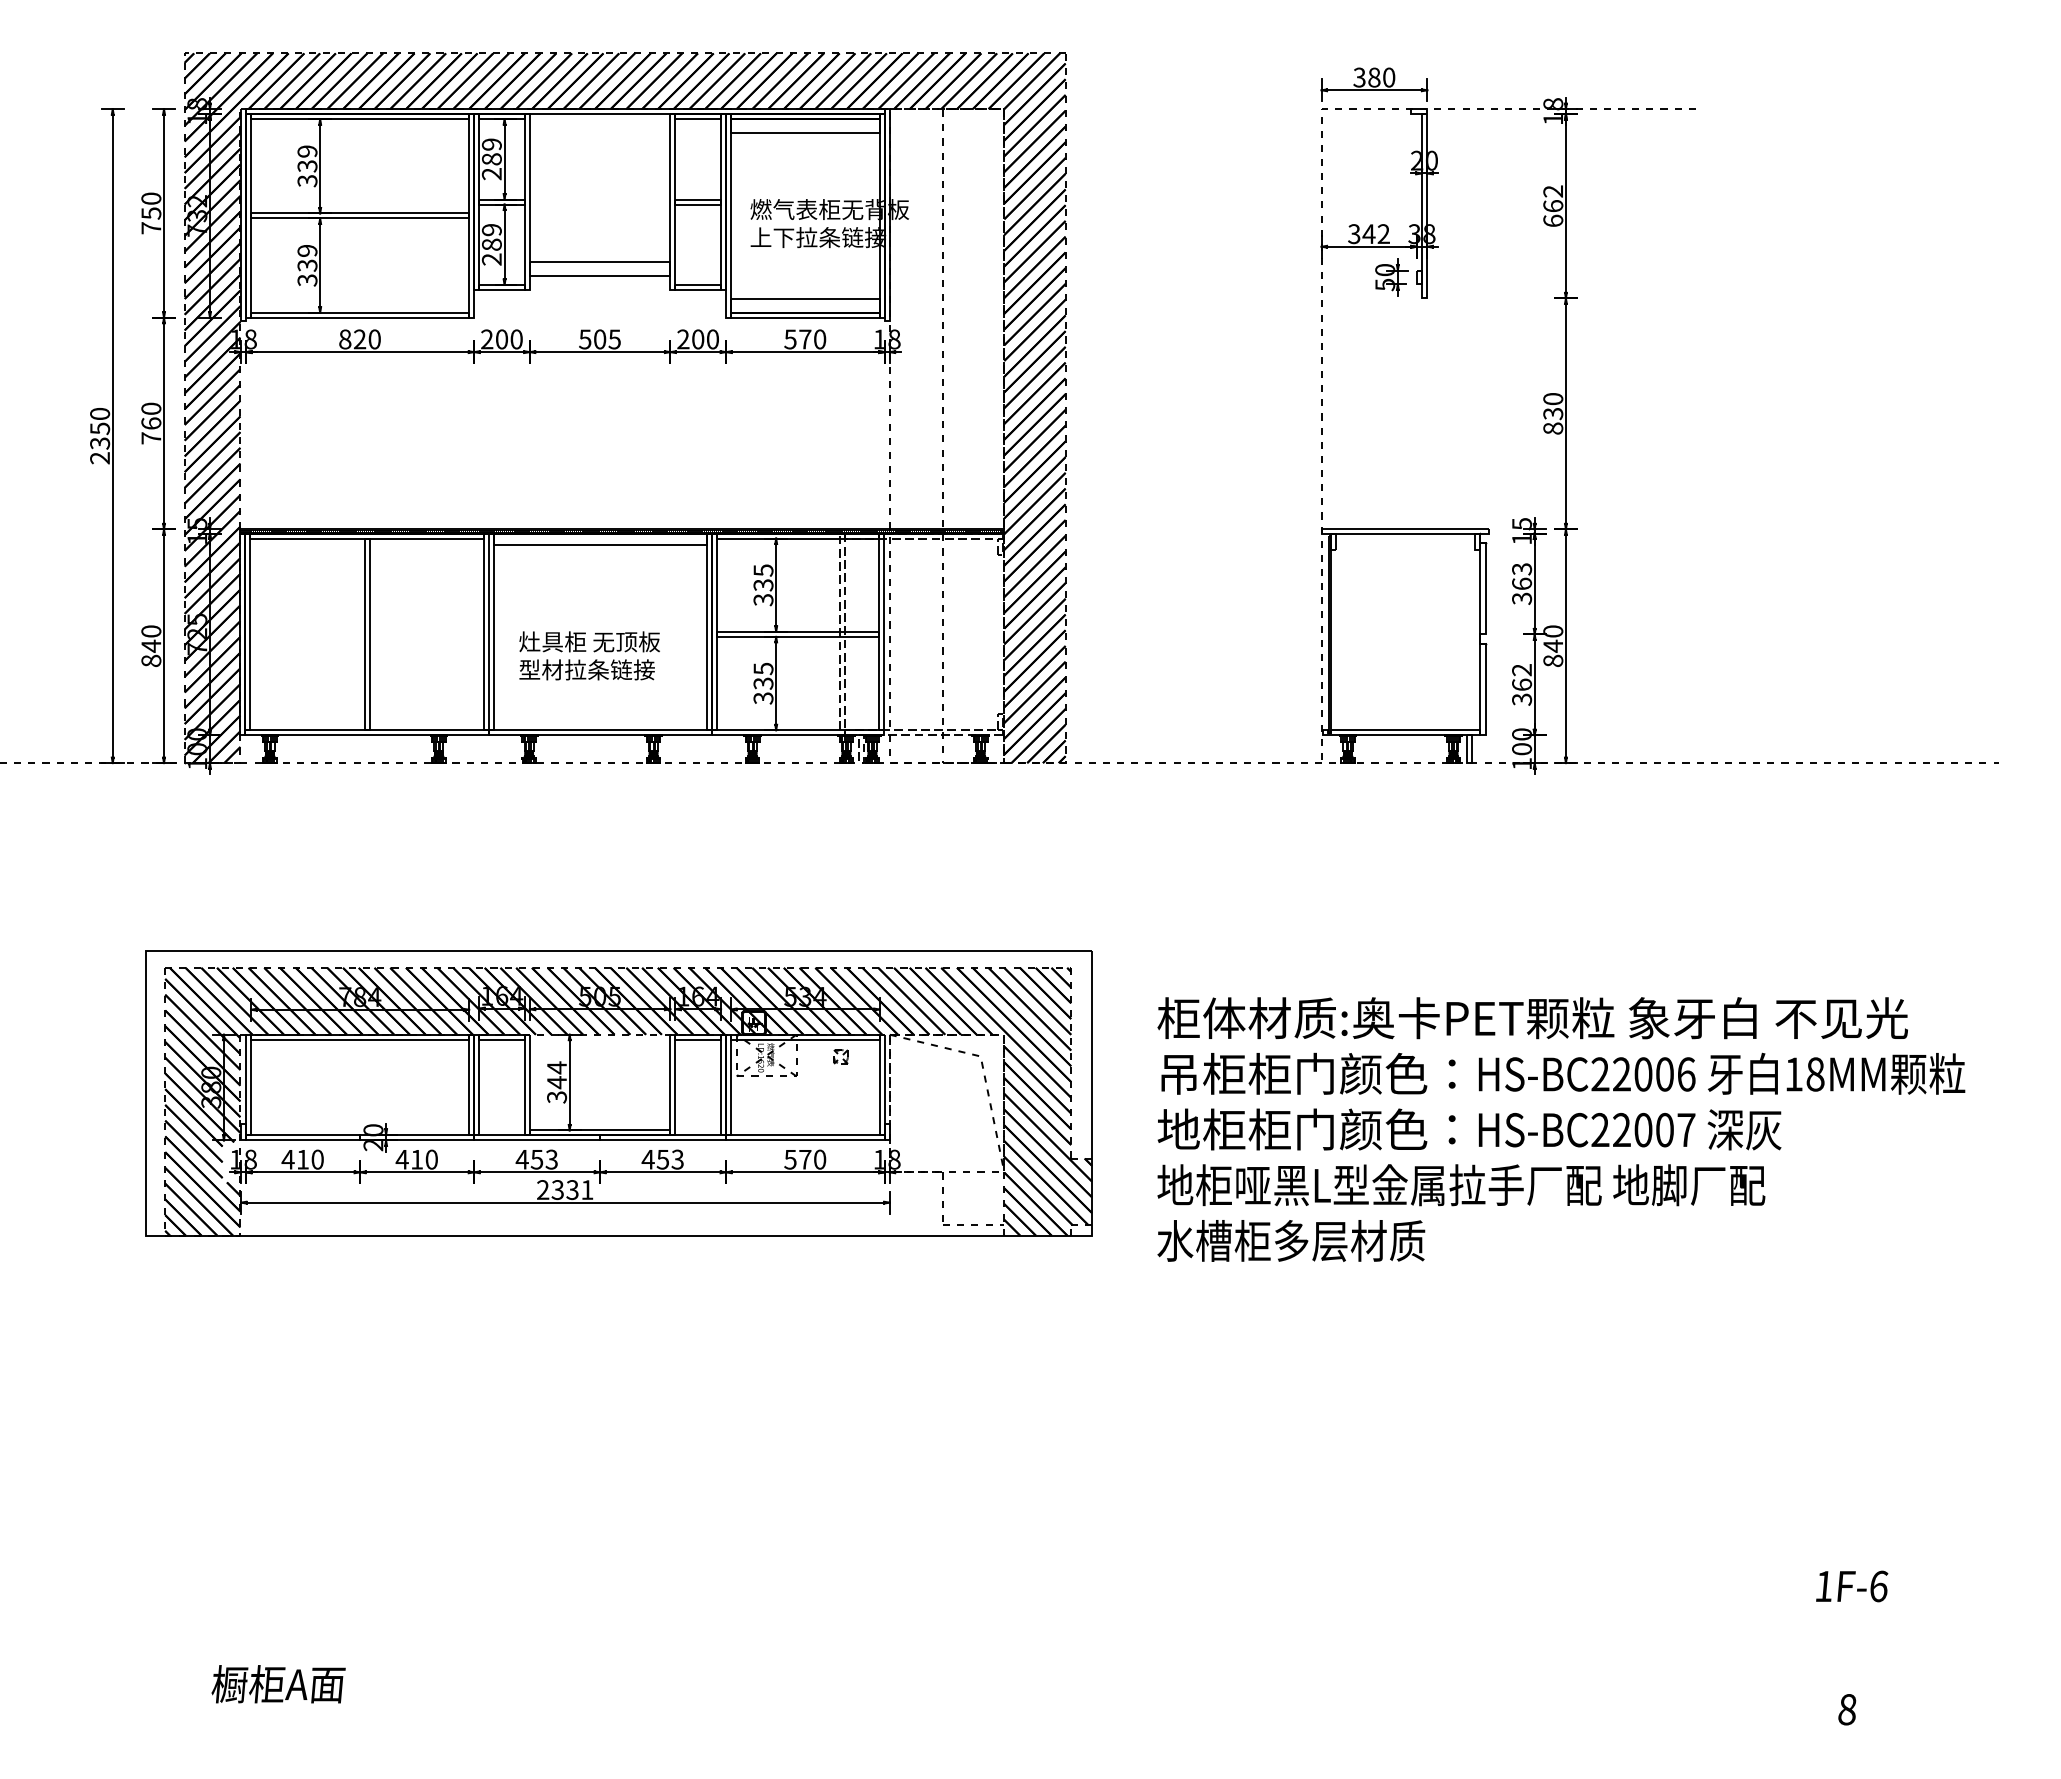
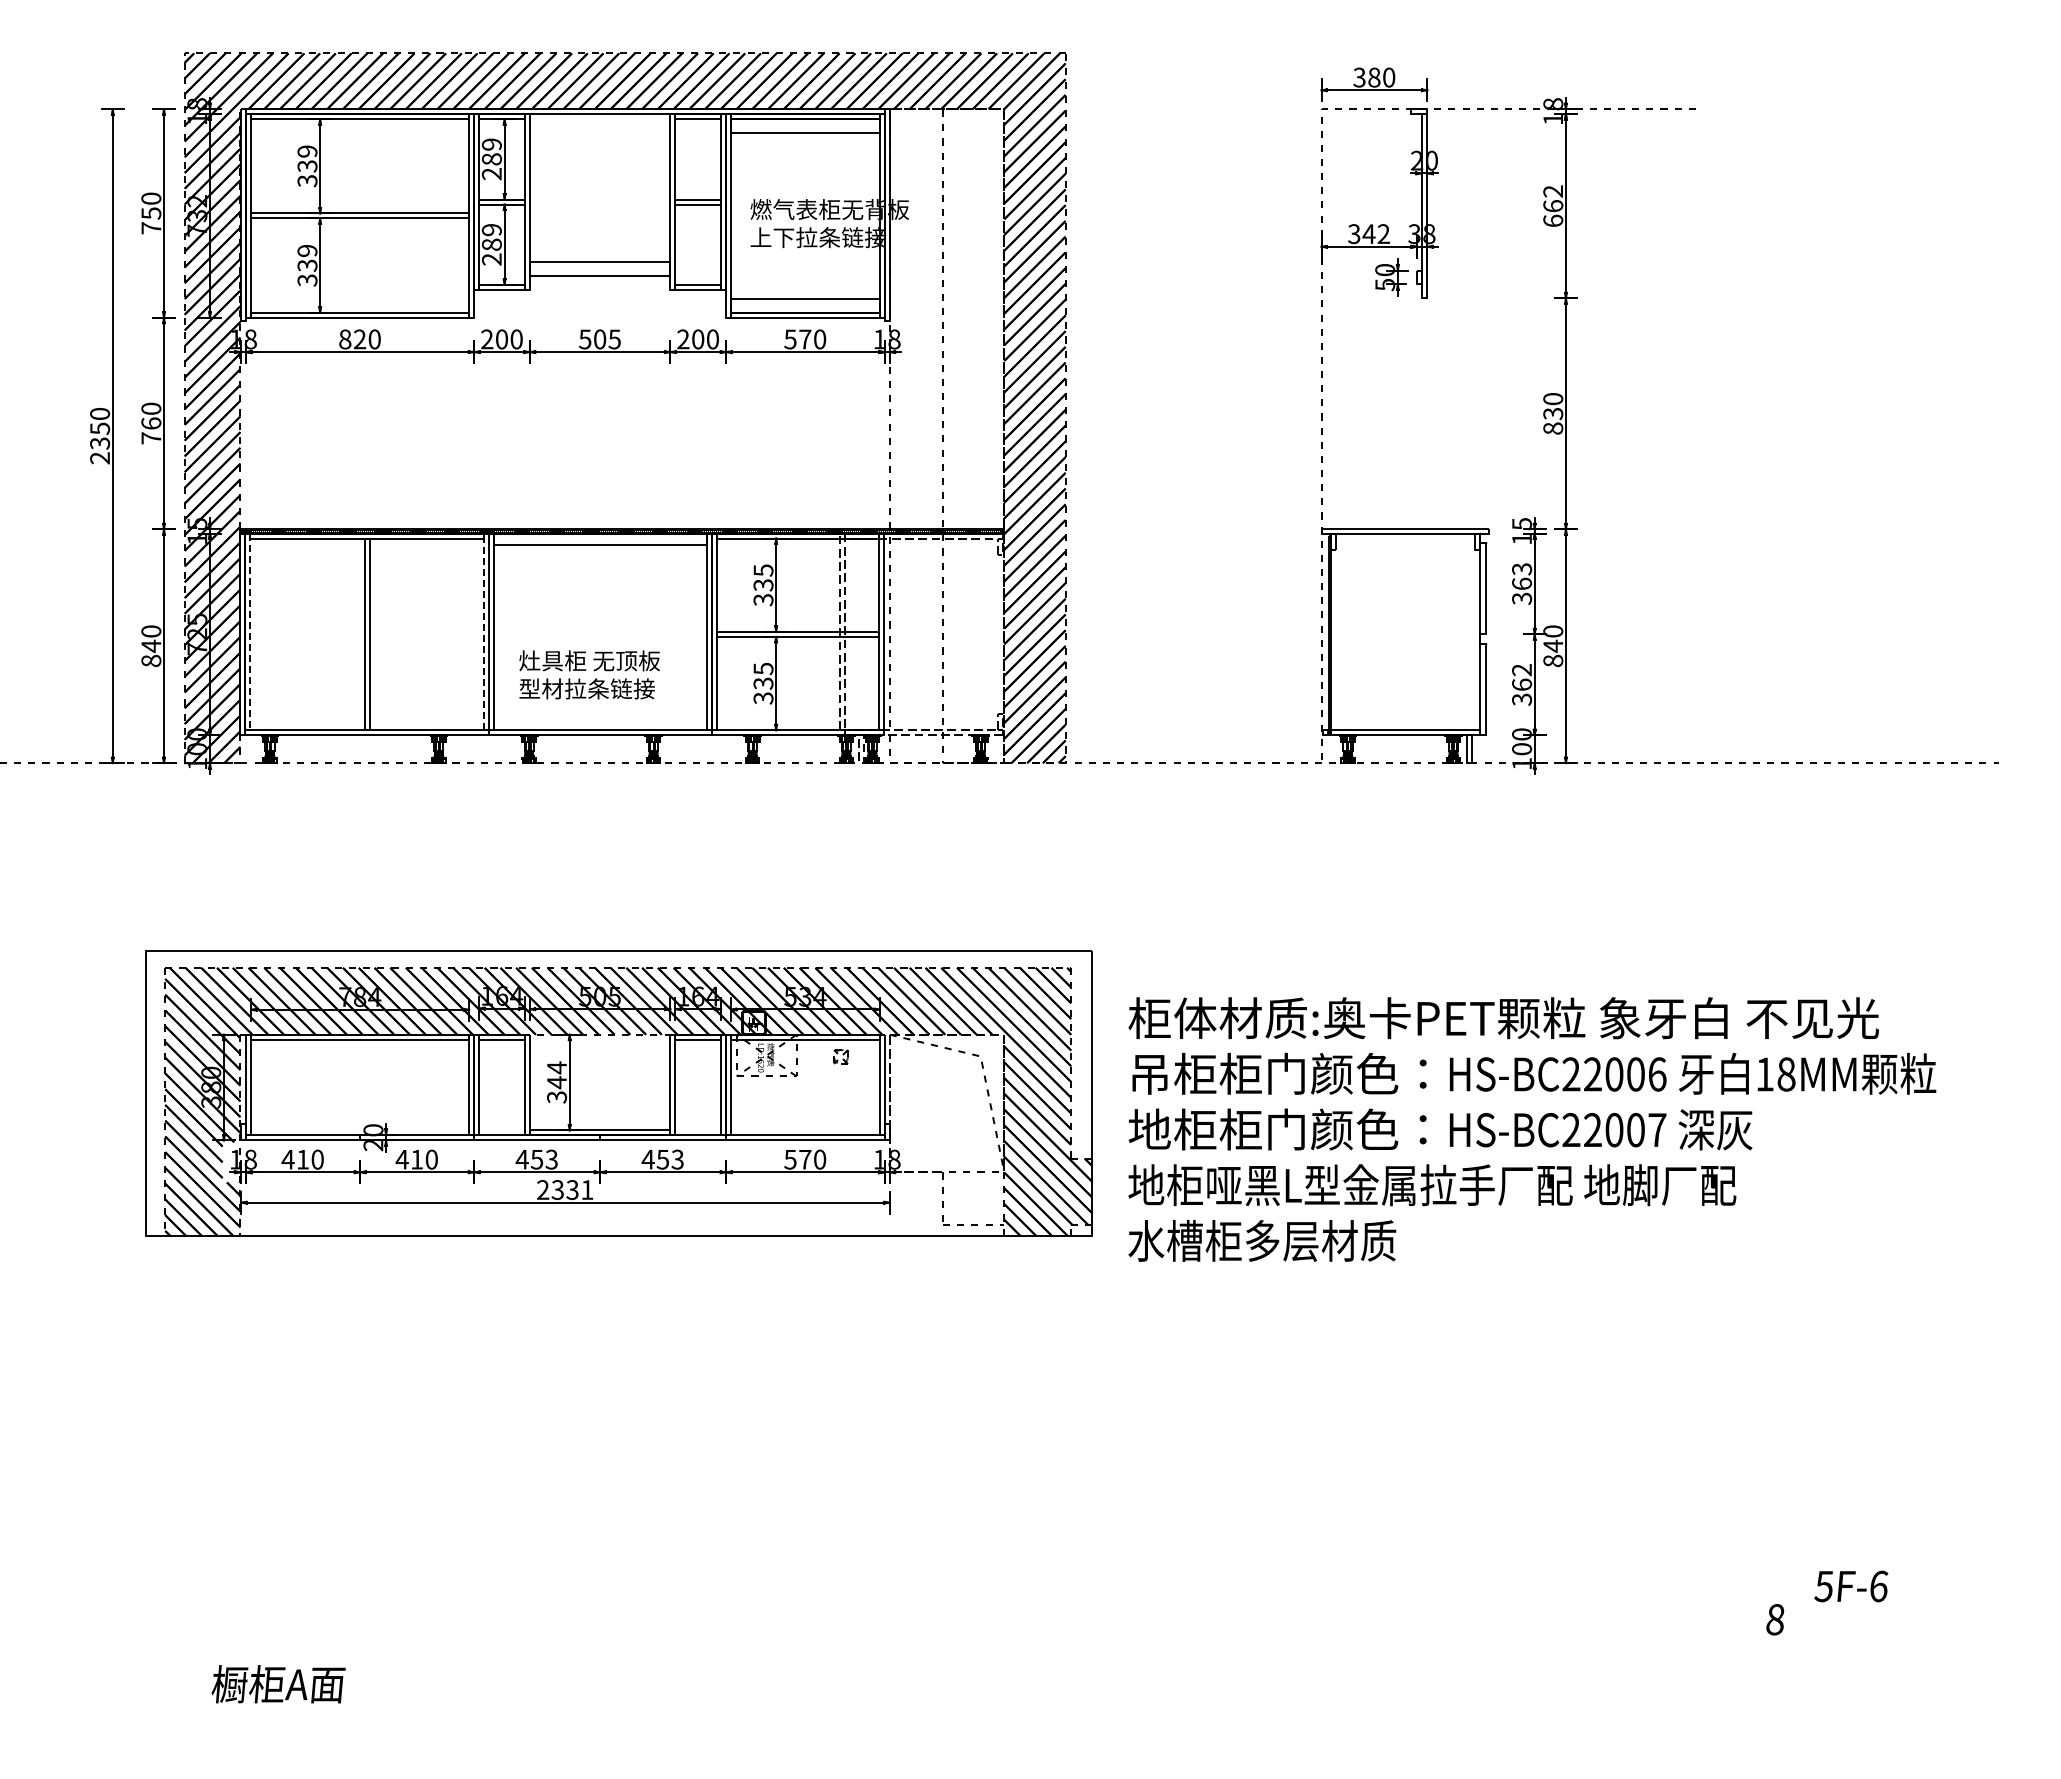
line at (484, 631): solid -> dashed
line at (250, 632): solid -> dashed
text at (589, 655) position: (589, 655) -> (589, 674)
text at (1561, 1129) position: (1561, 1129) -> (1532, 1129)
text at (1823, 1586): 1F-6 -> 5F-6
text at (1847, 1709) position: (1847, 1709) -> (1775, 1619)
